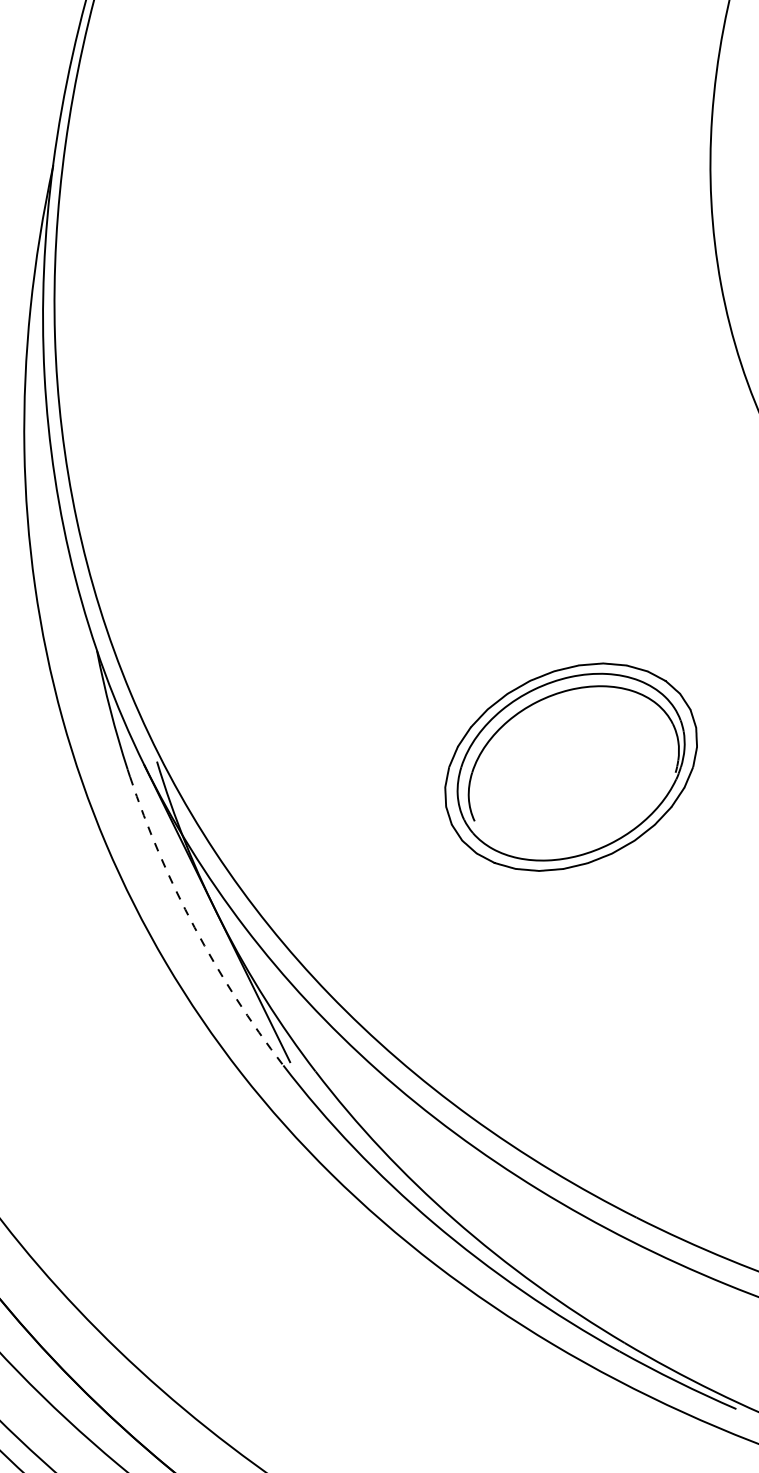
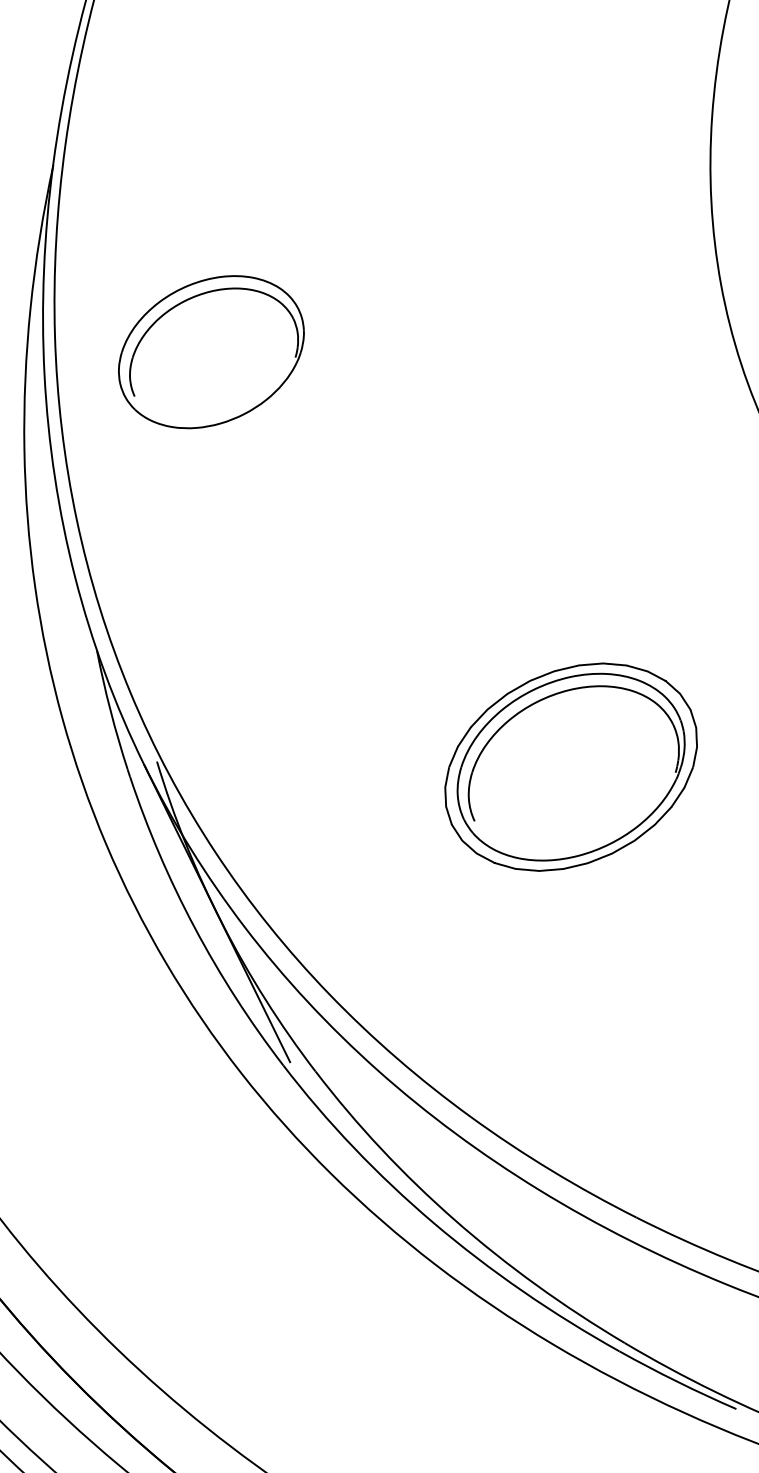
part at (211, 352): none -> present
arc at (194, 927): dashed -> solid
